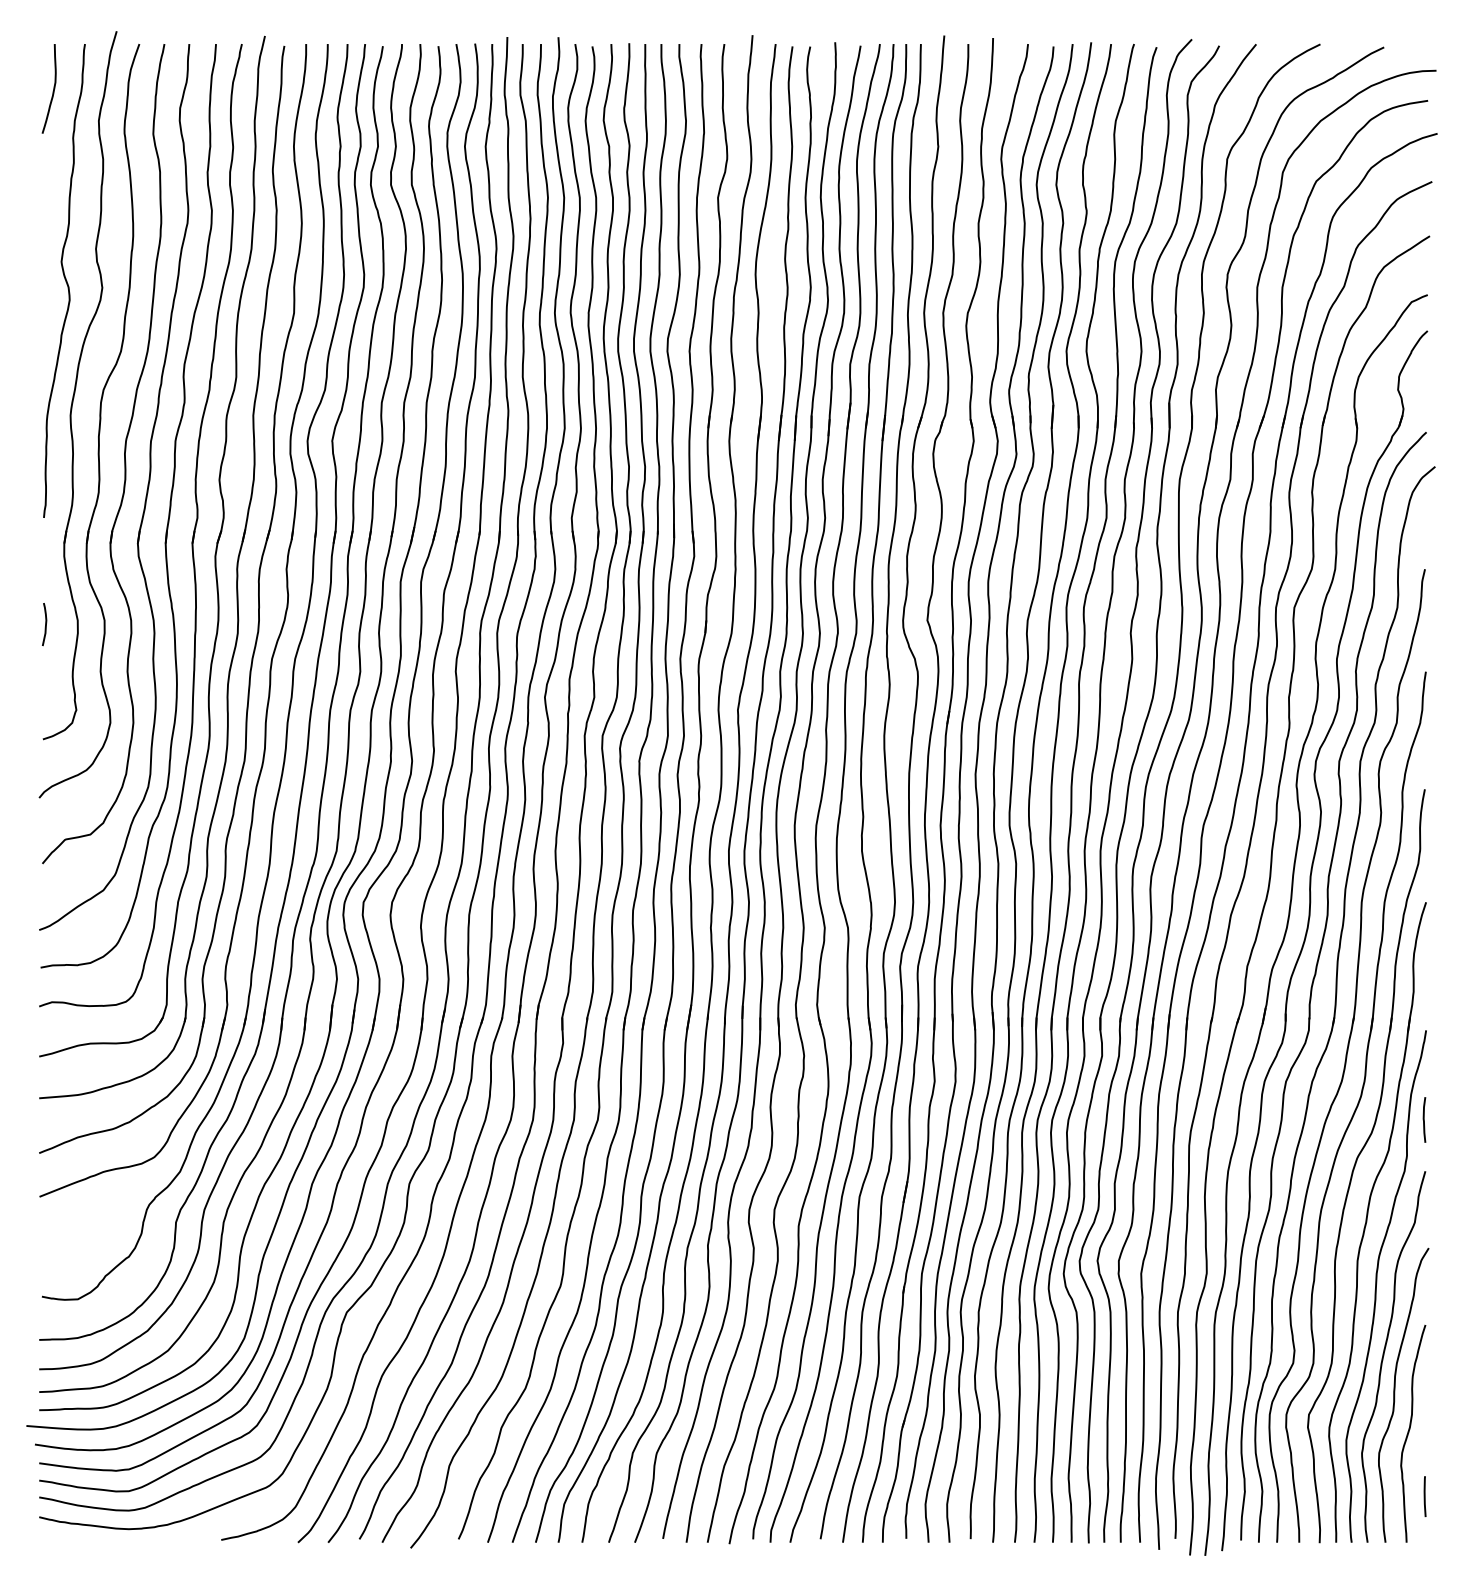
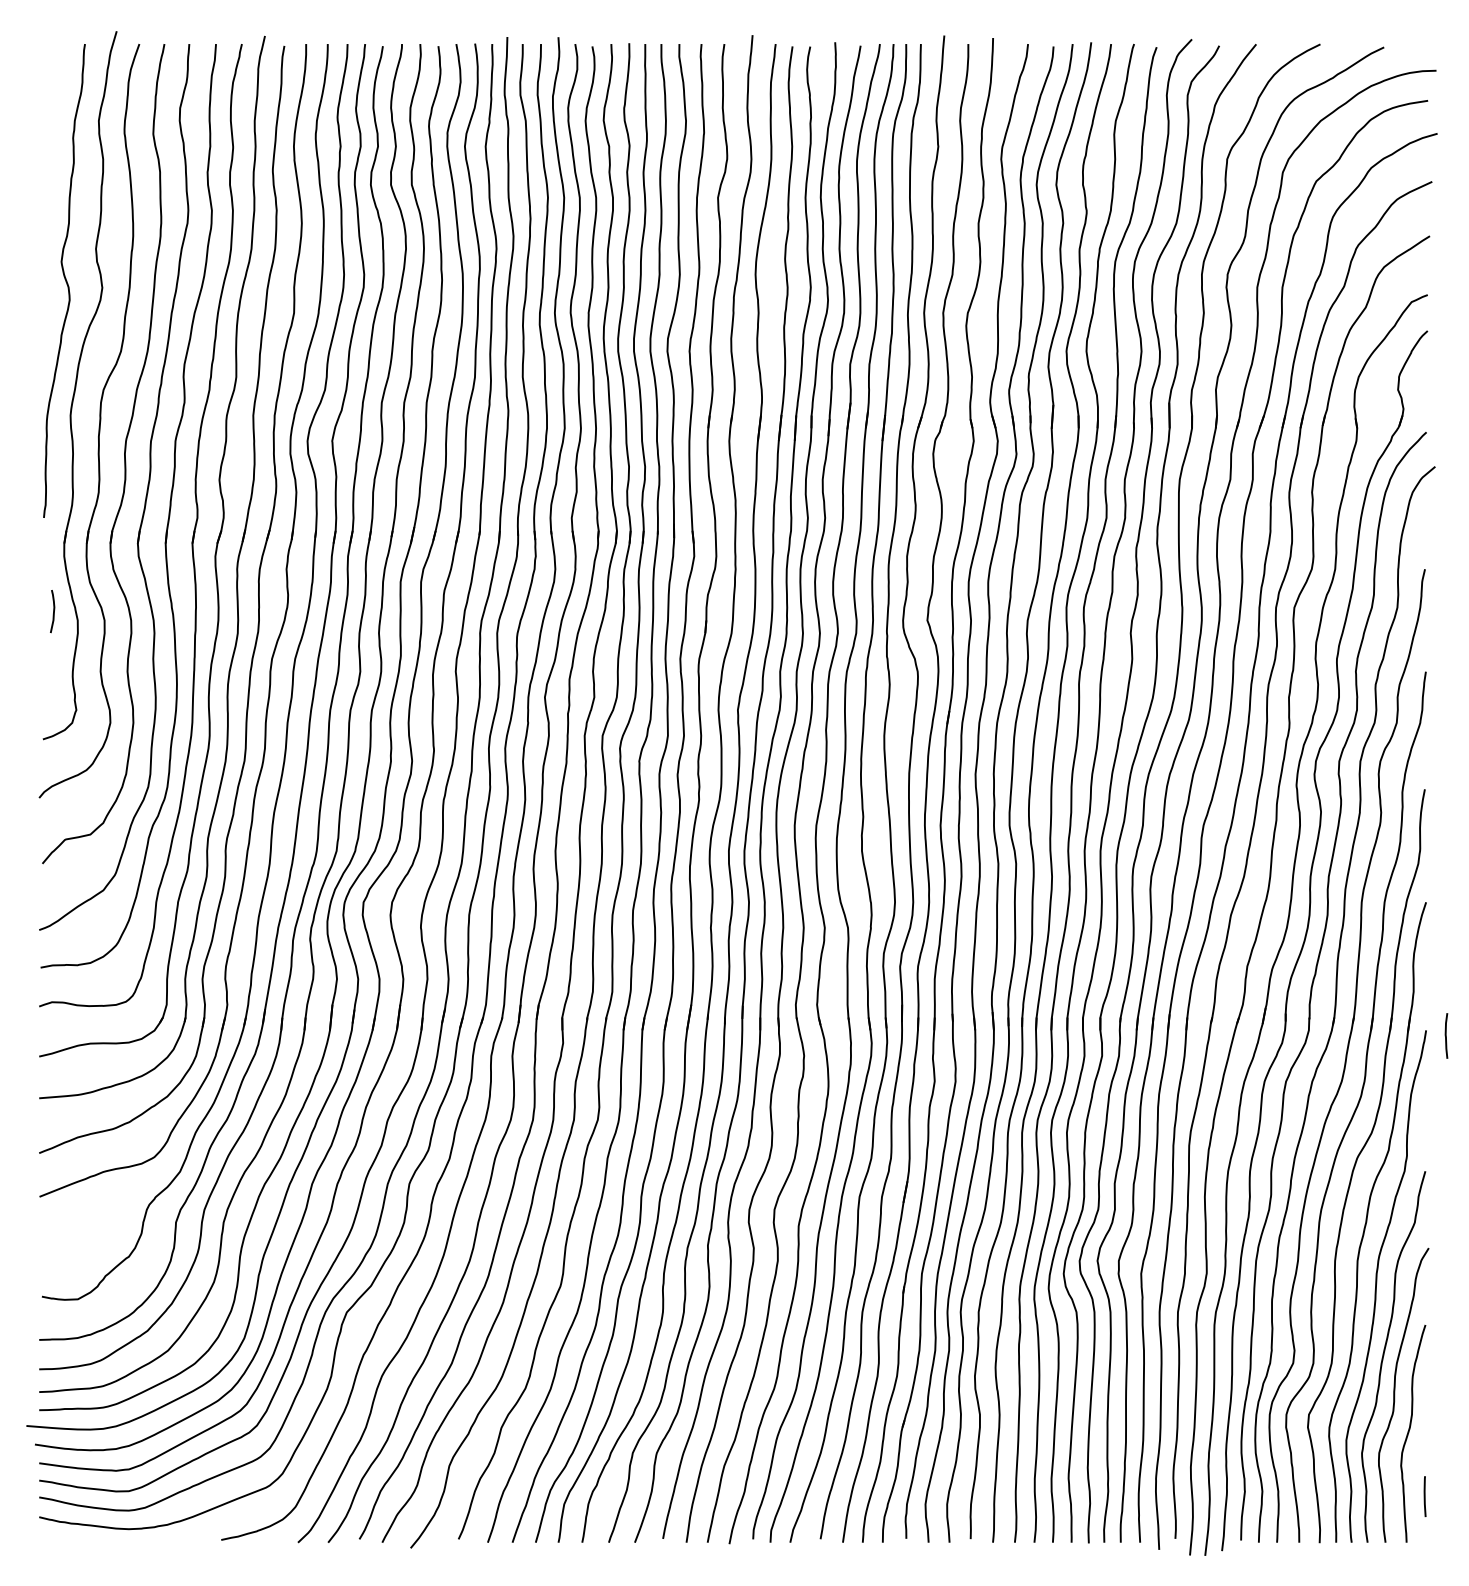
curve at (53, 88): present -> none
curve at (45, 624) position: (45, 624) -> (53, 611)
curve at (1424, 1119) position: (1424, 1119) -> (1446, 1035)
